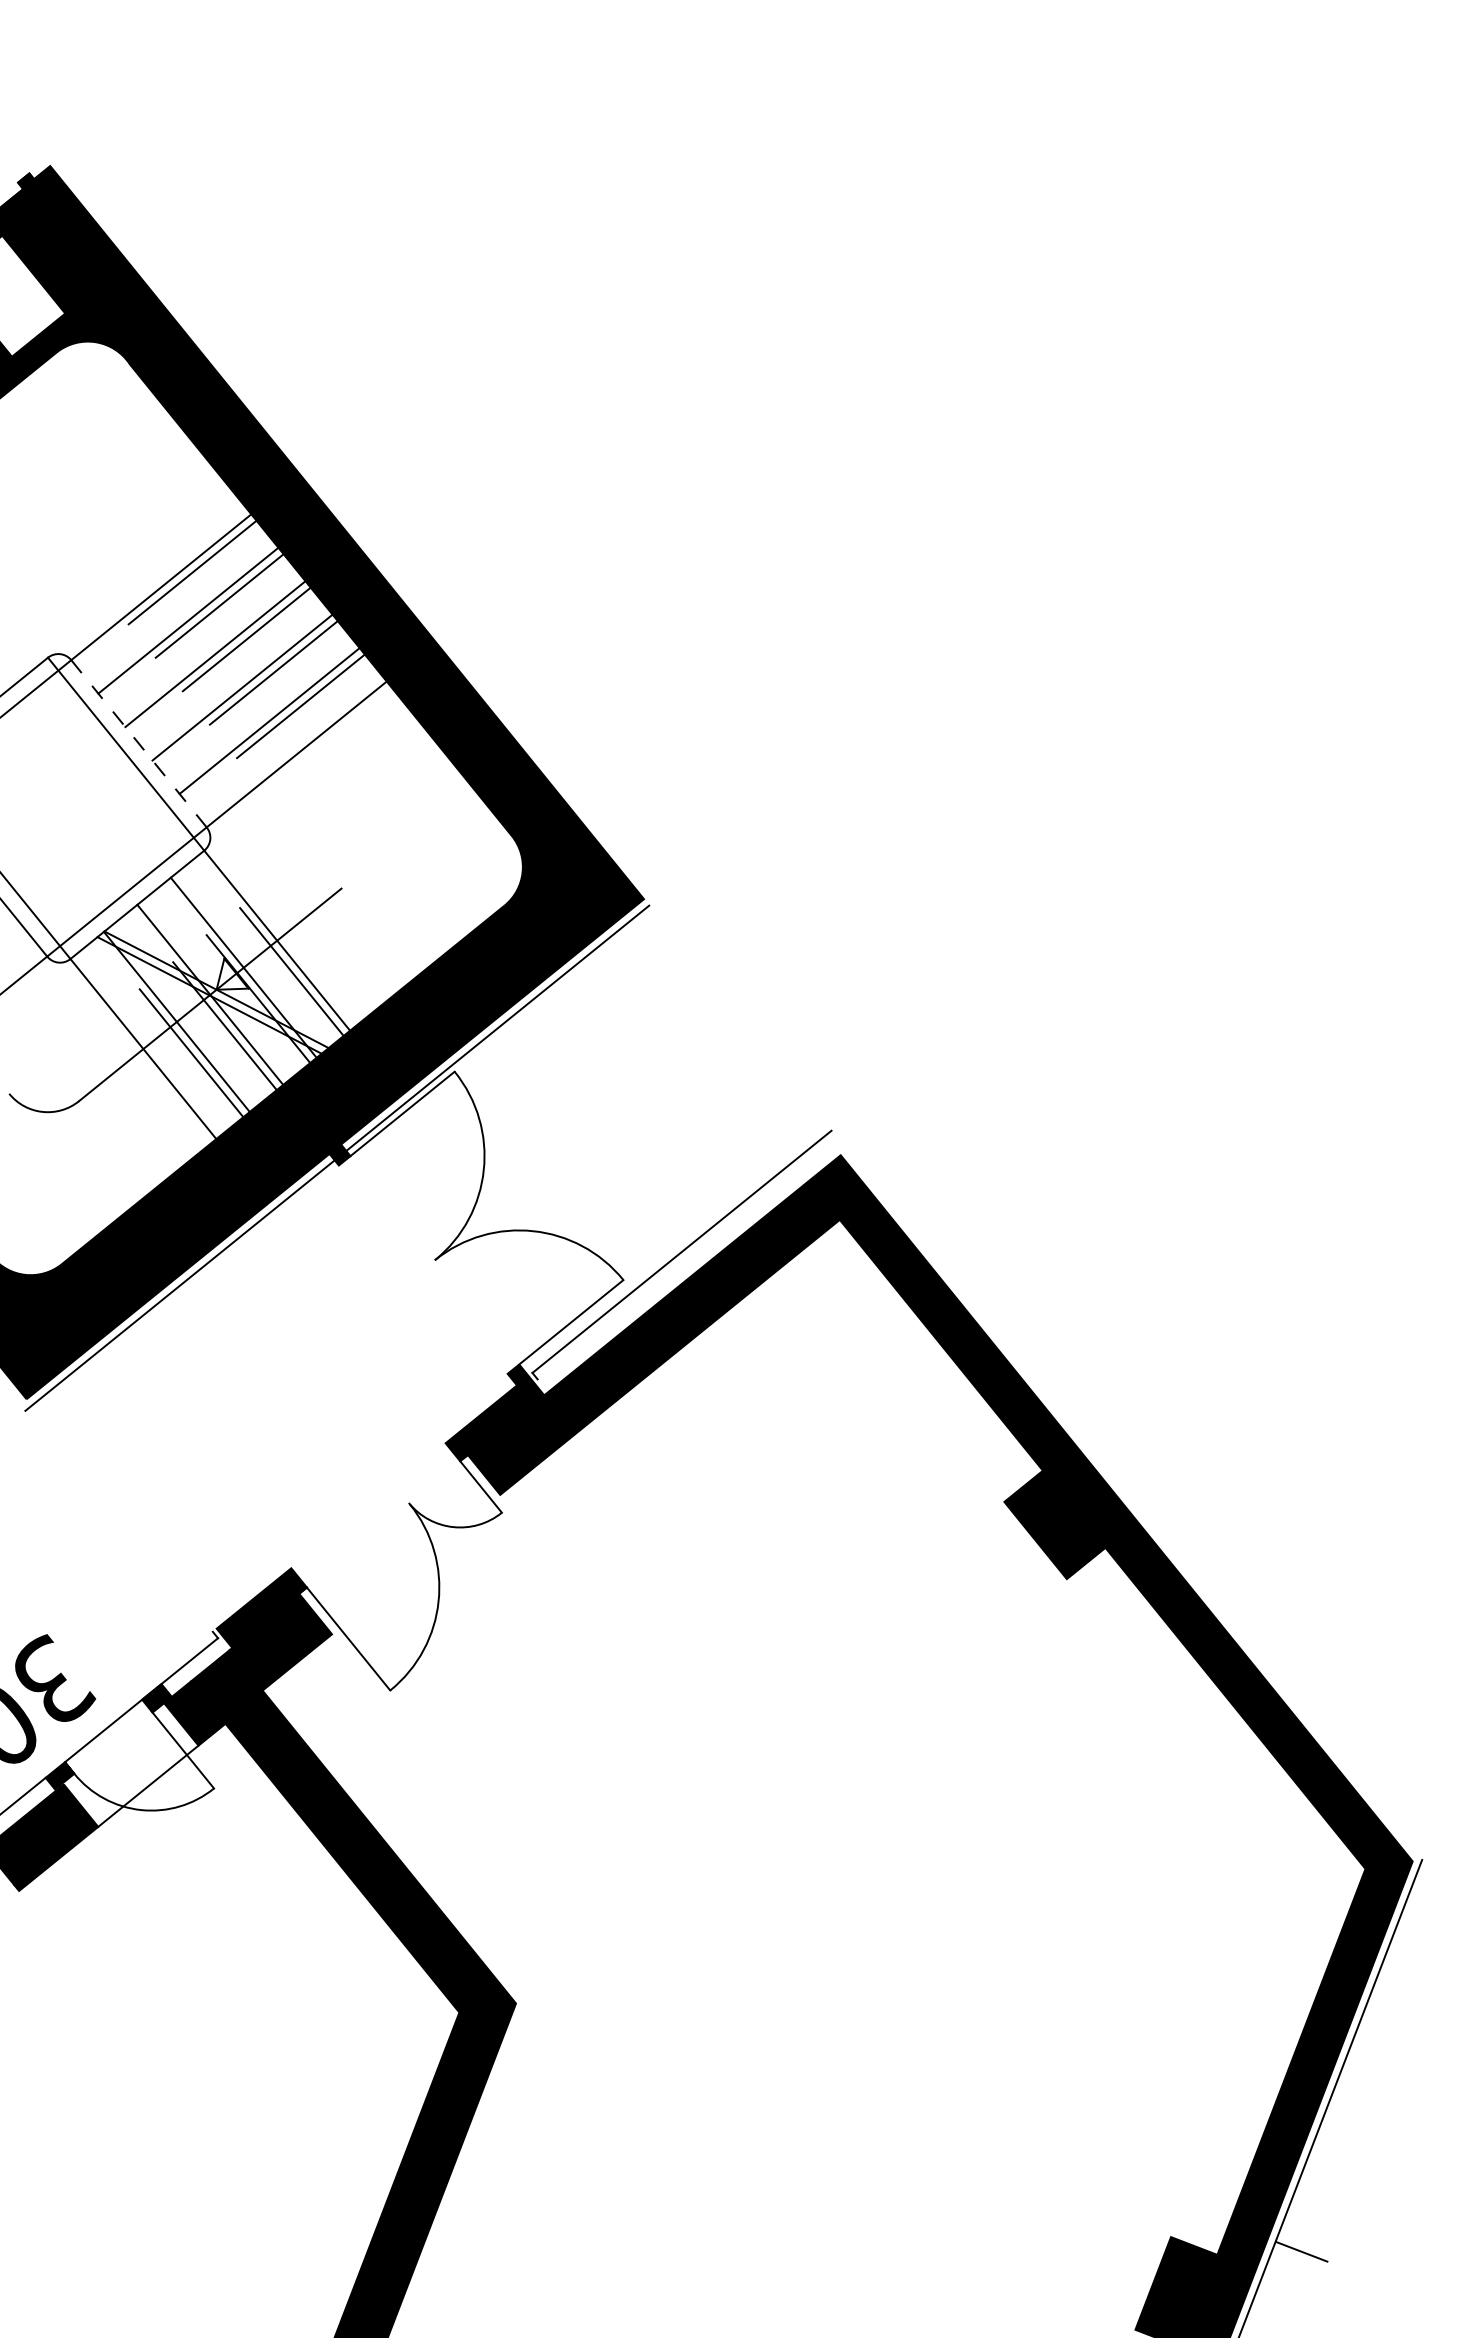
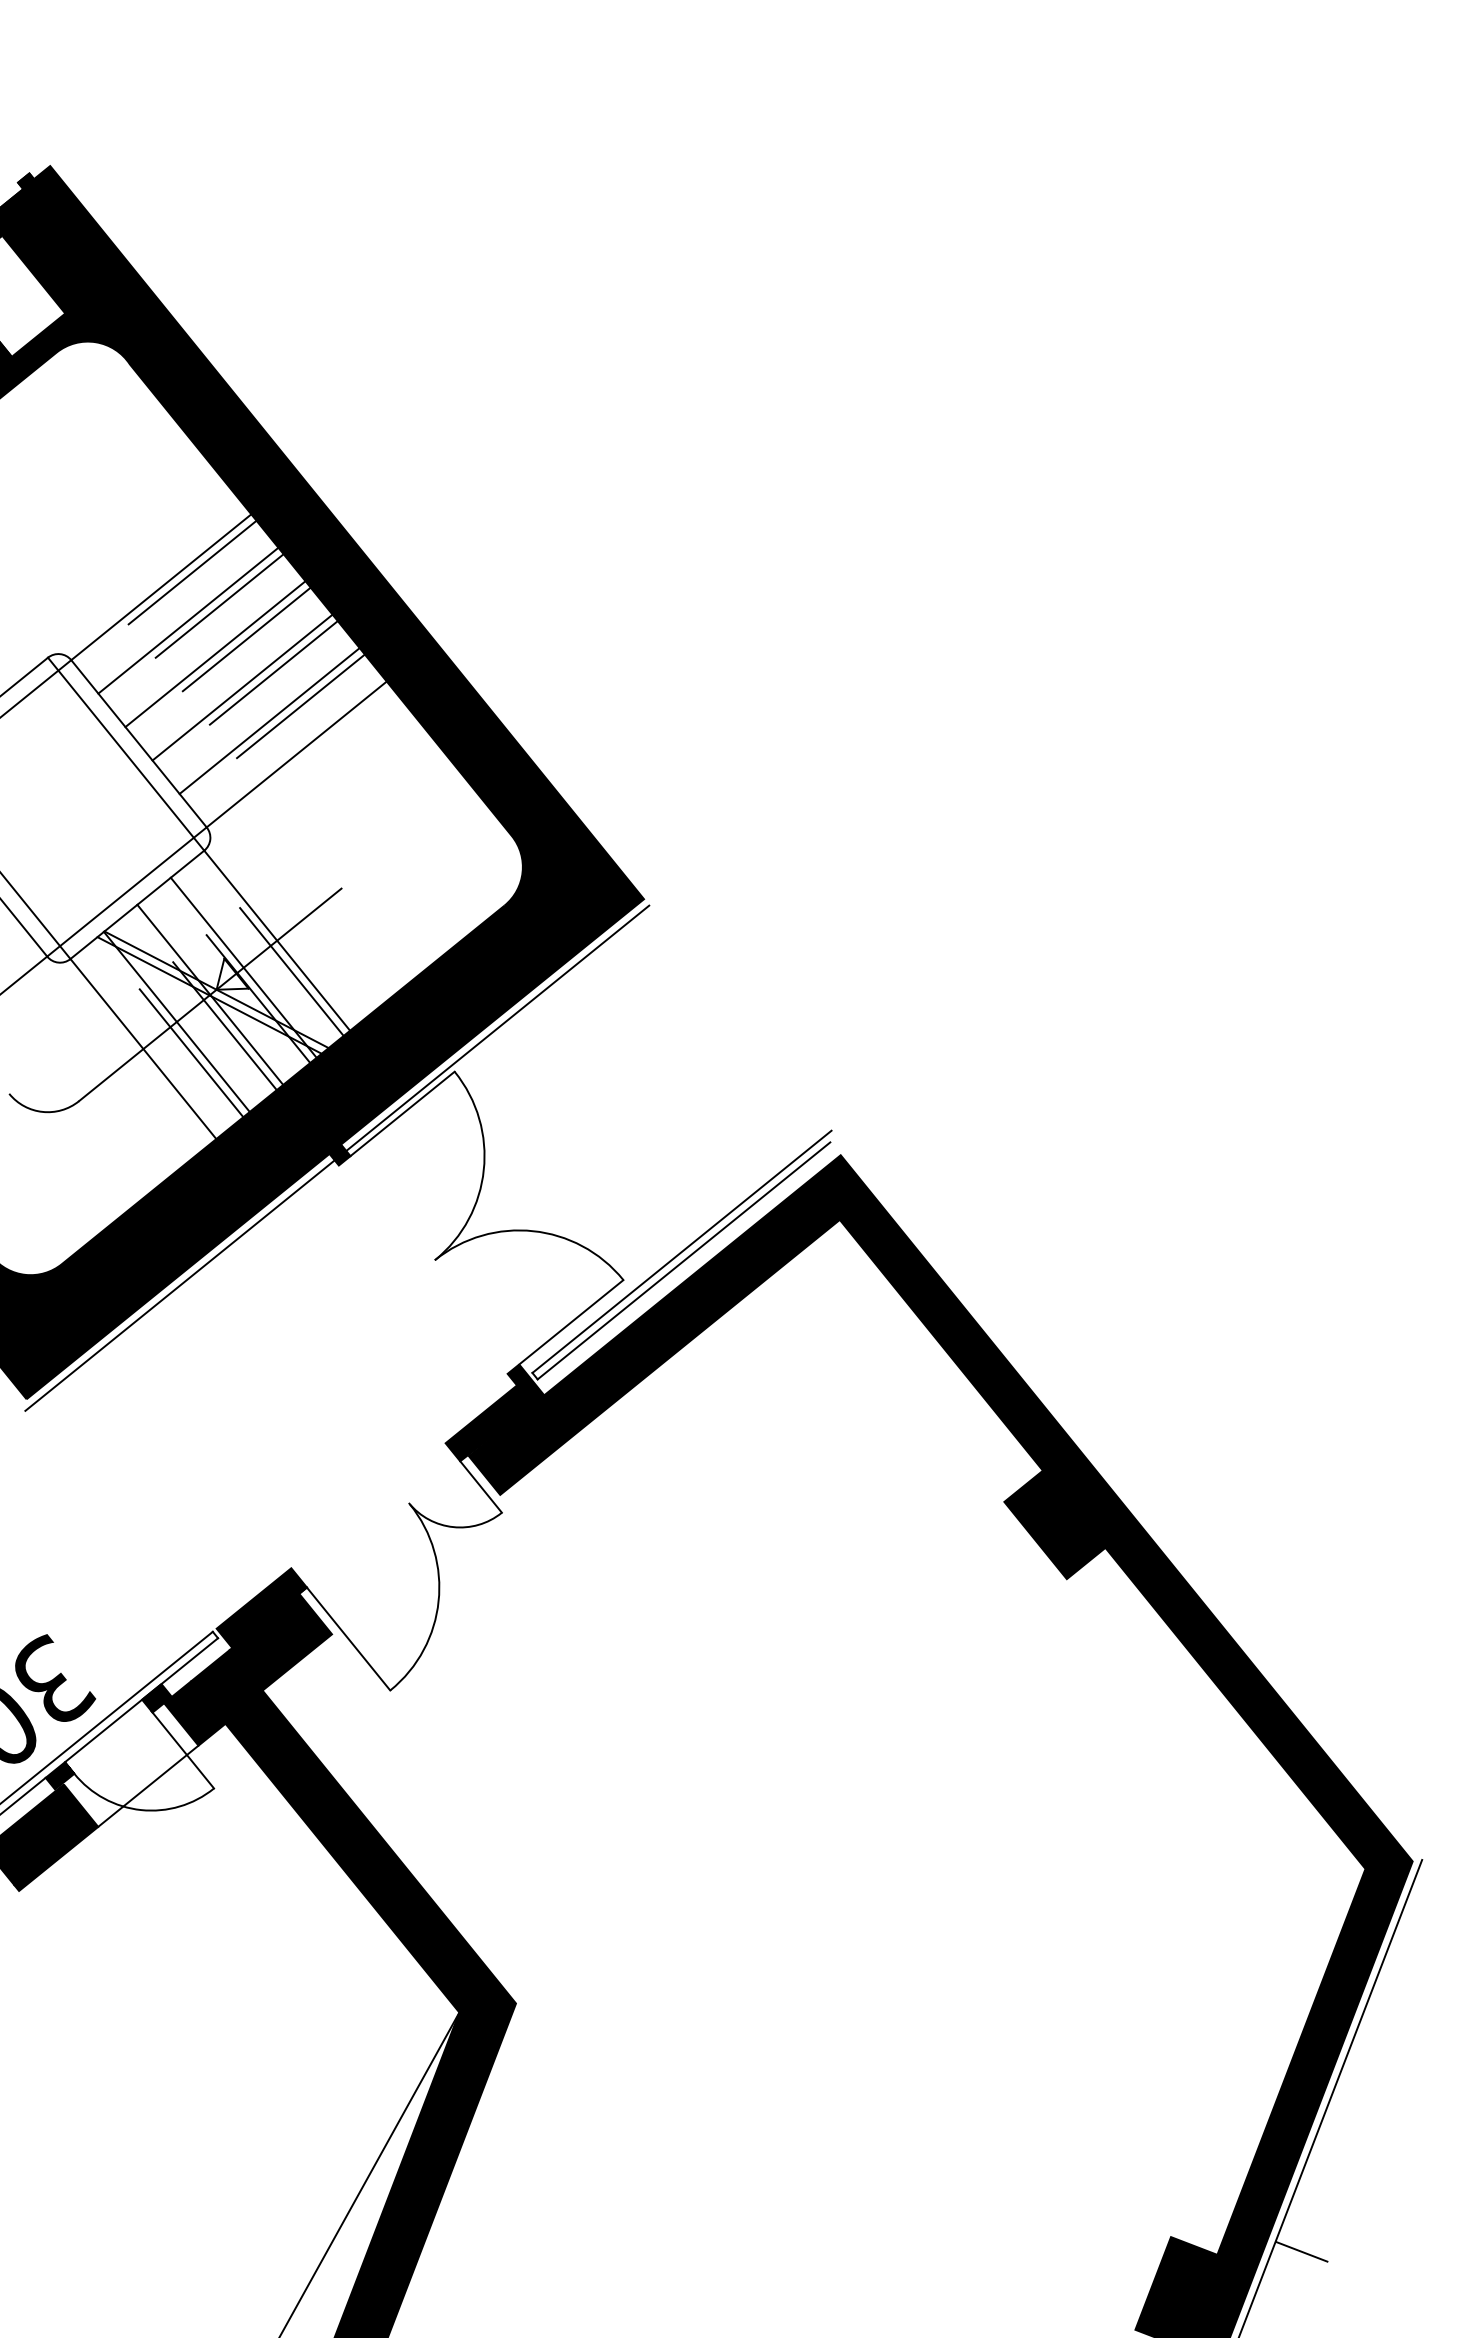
line at (139, 743): dashed -> solid
line at (683, 1260): none -> present
line at (107, 1716): none -> present
line at (370, 2173): none -> present
